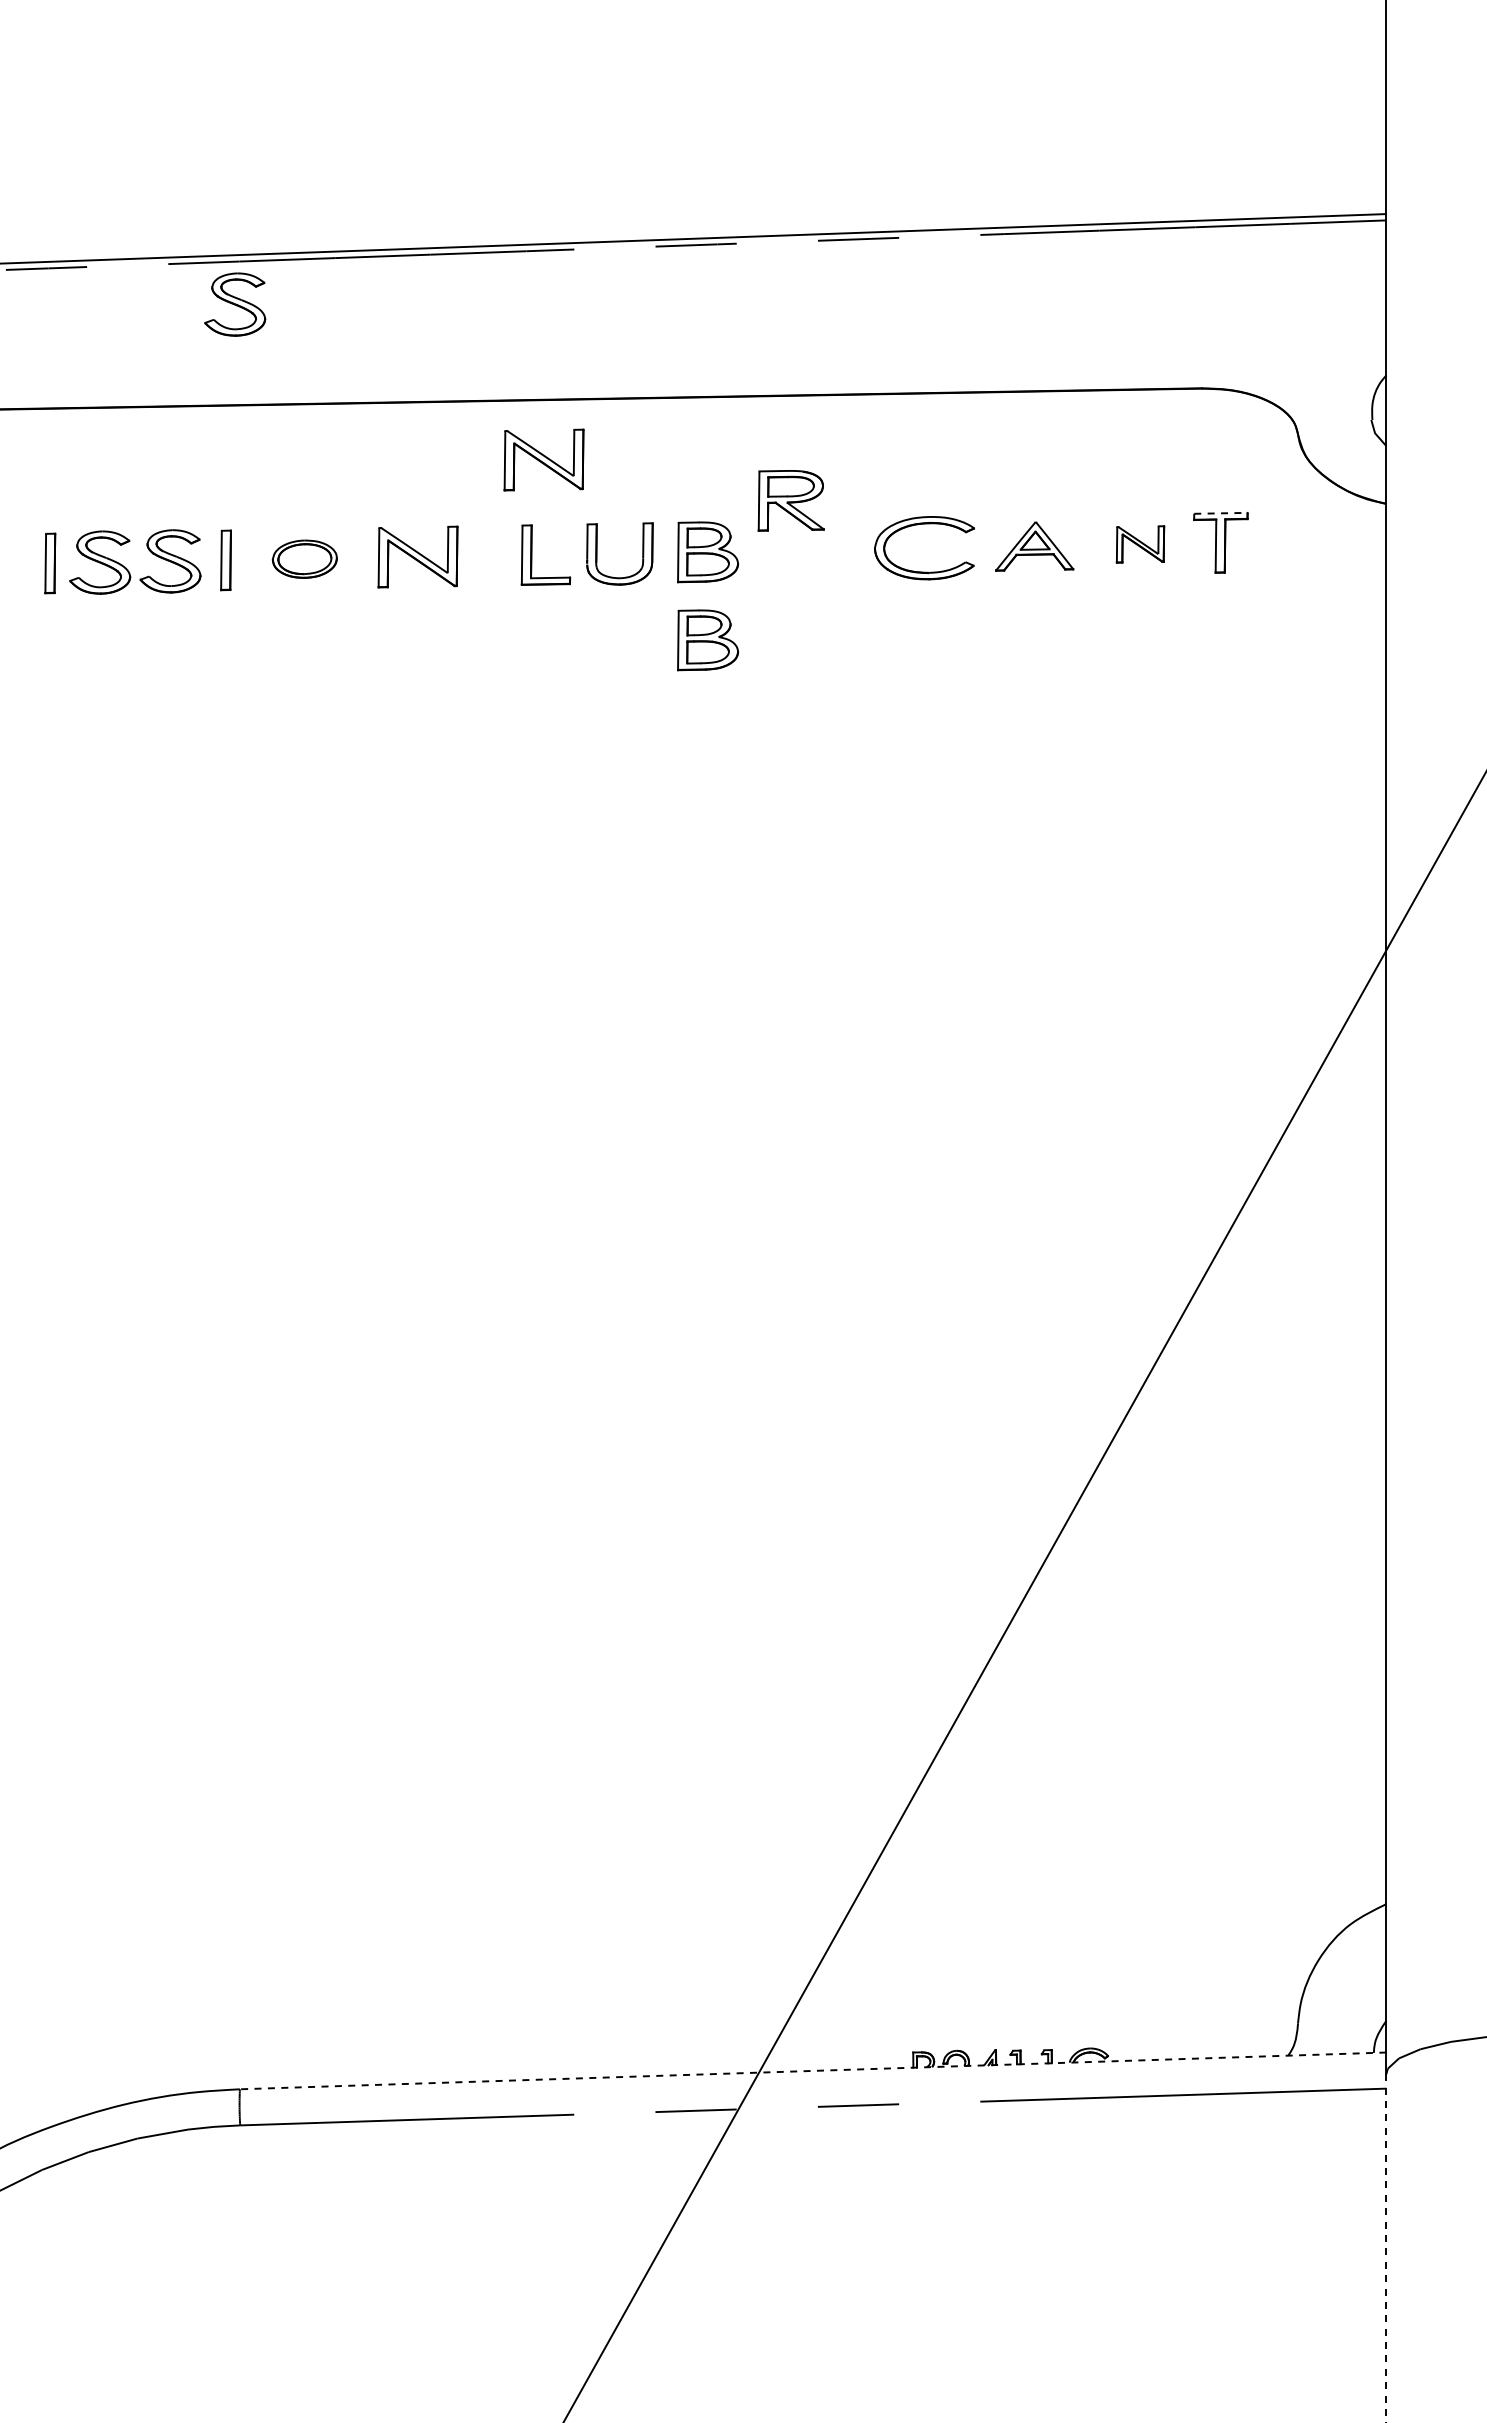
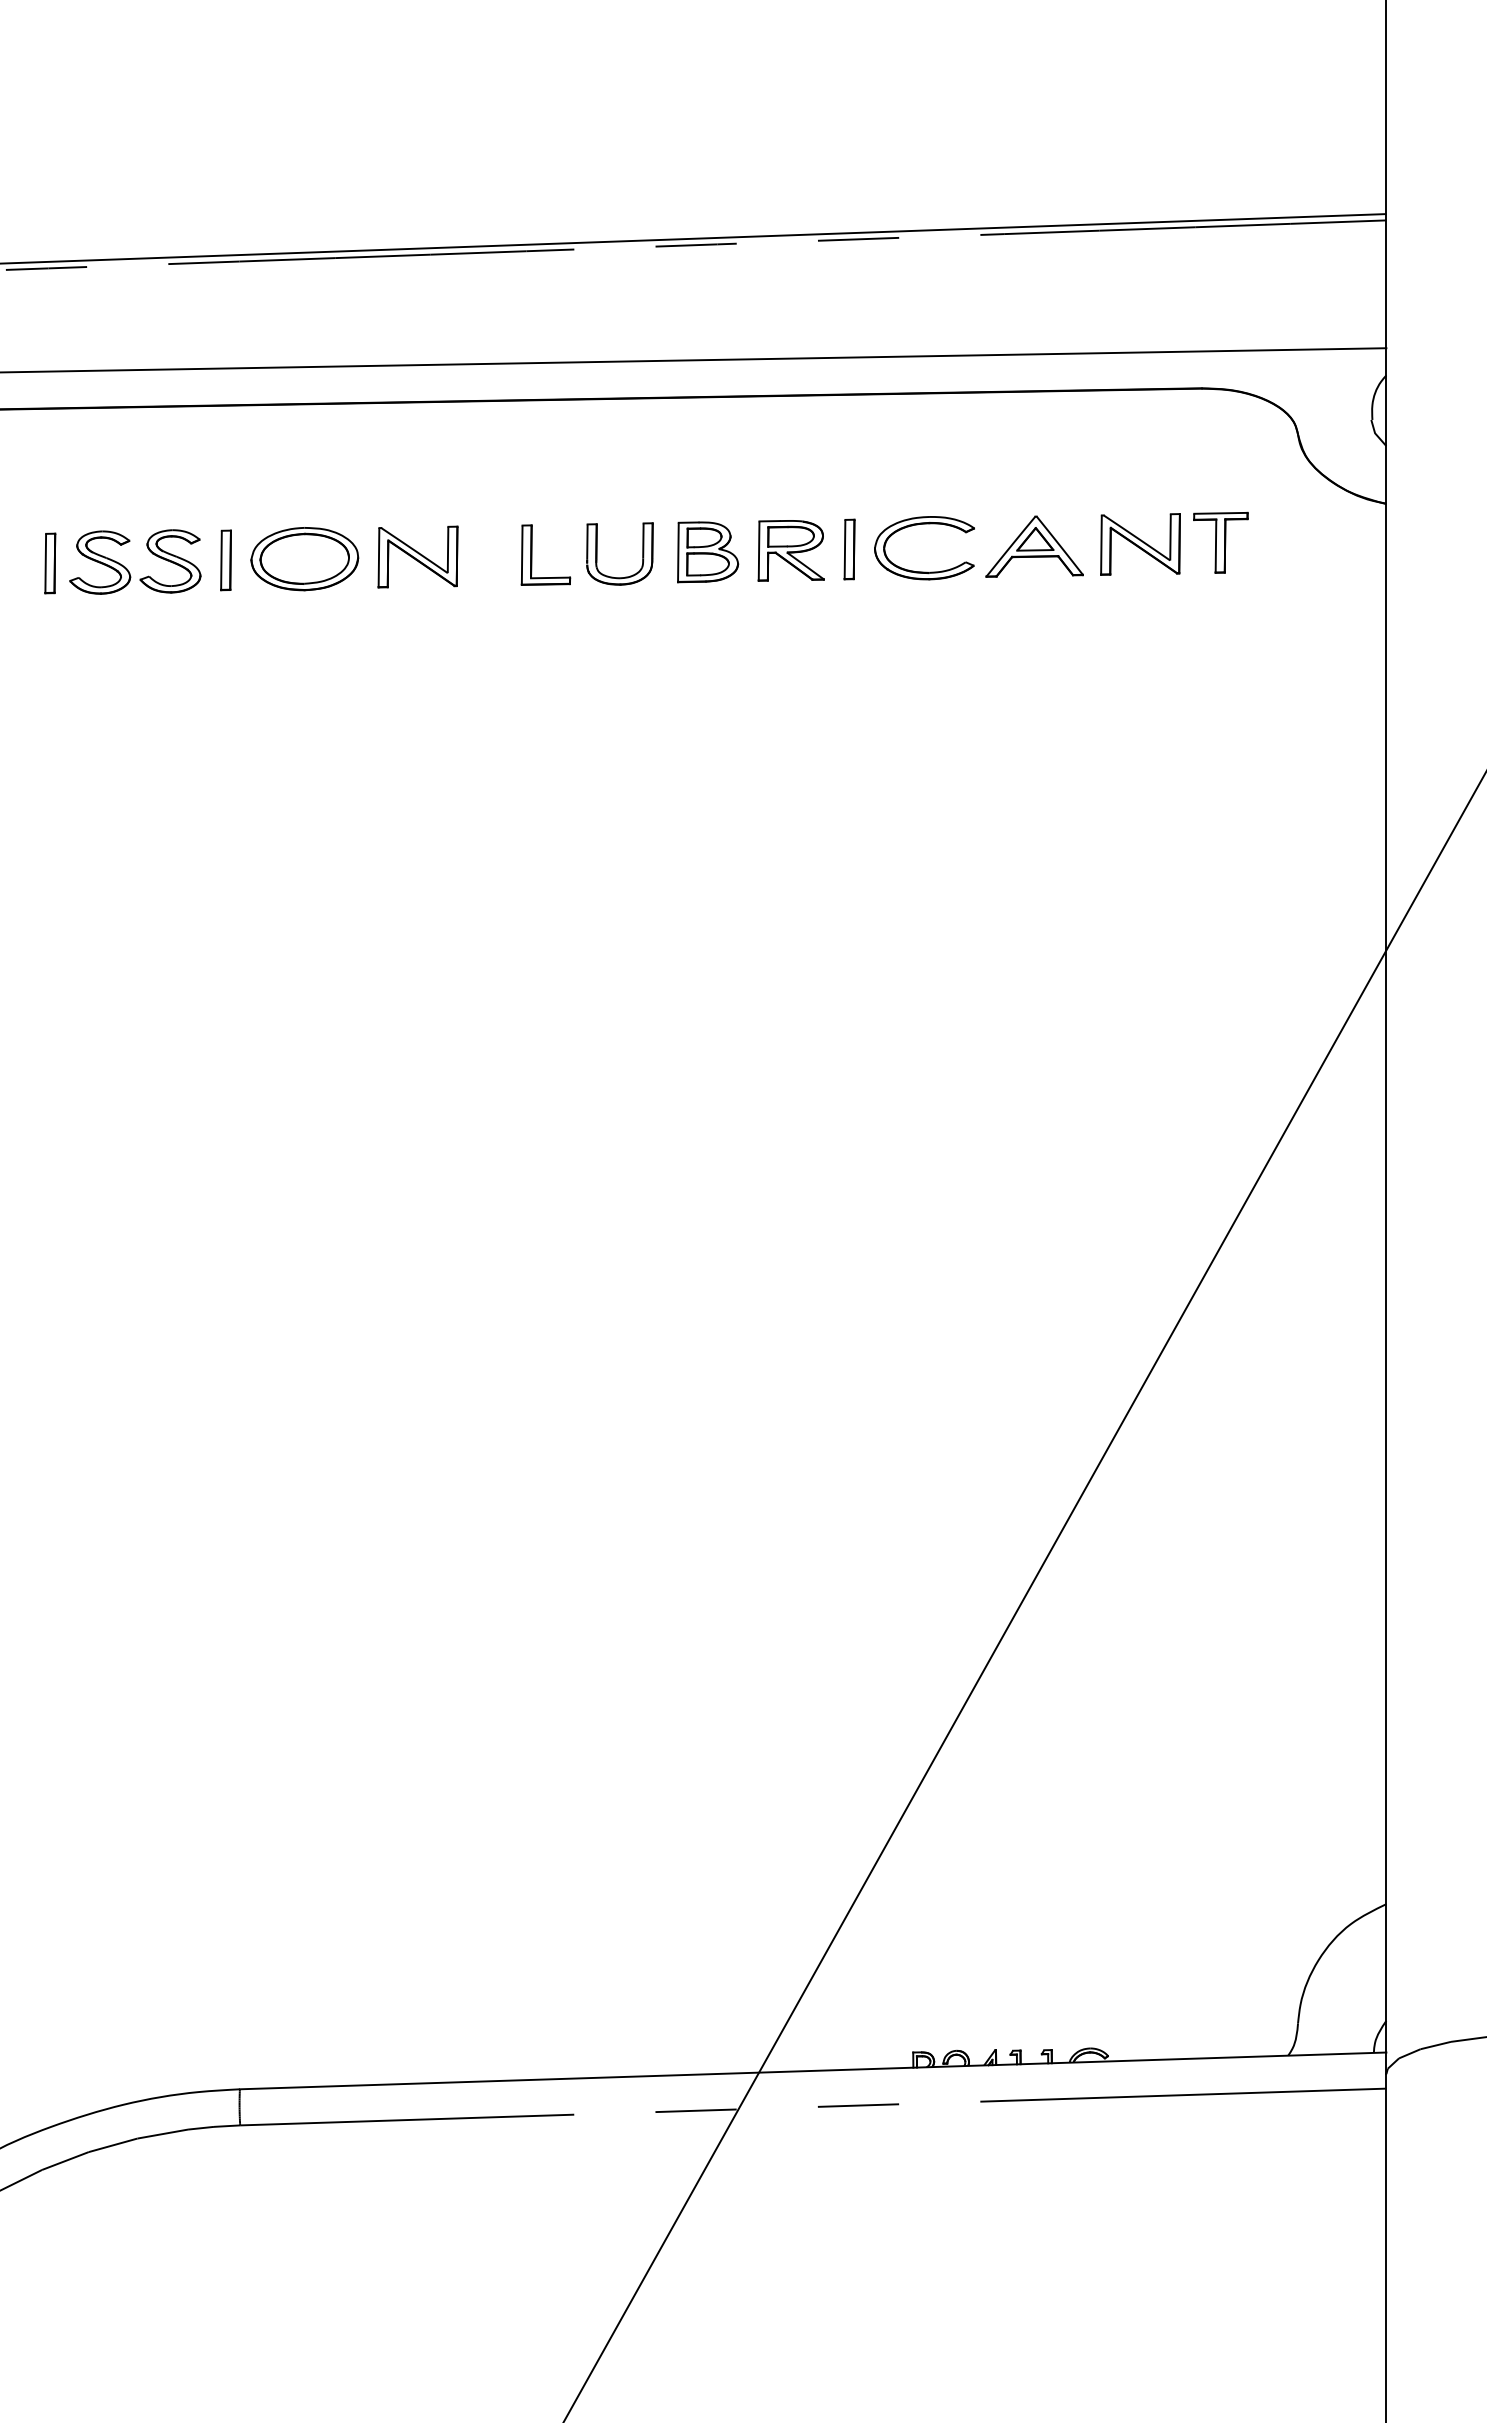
part at (235, 304): present -> none
line at (694, 360): none -> present
part at (543, 459): present -> none
part at (790, 500) position: (790, 500) -> (790, 550)
line at (1220, 513): dashed -> solid
part at (1140, 544) size: 51x39 px -> 81x63 px
part at (1034, 546) size: 80x51 px -> 99x63 px
part at (849, 549): none -> present
part at (304, 558) size: 67x40 px -> 110x65 px
part at (708, 640): present -> none
line at (813, 2070): dashed -> solid
line at (1386, 2248): dashed -> solid
